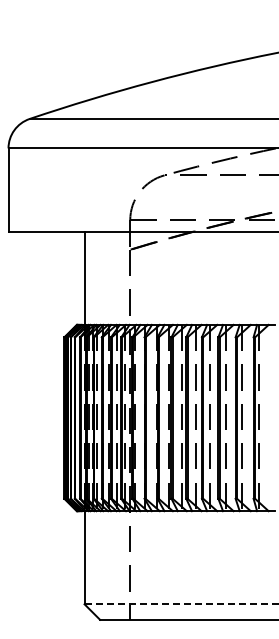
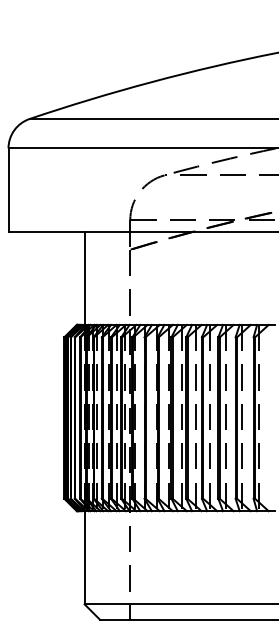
line at (181, 604): dashed -> solid
